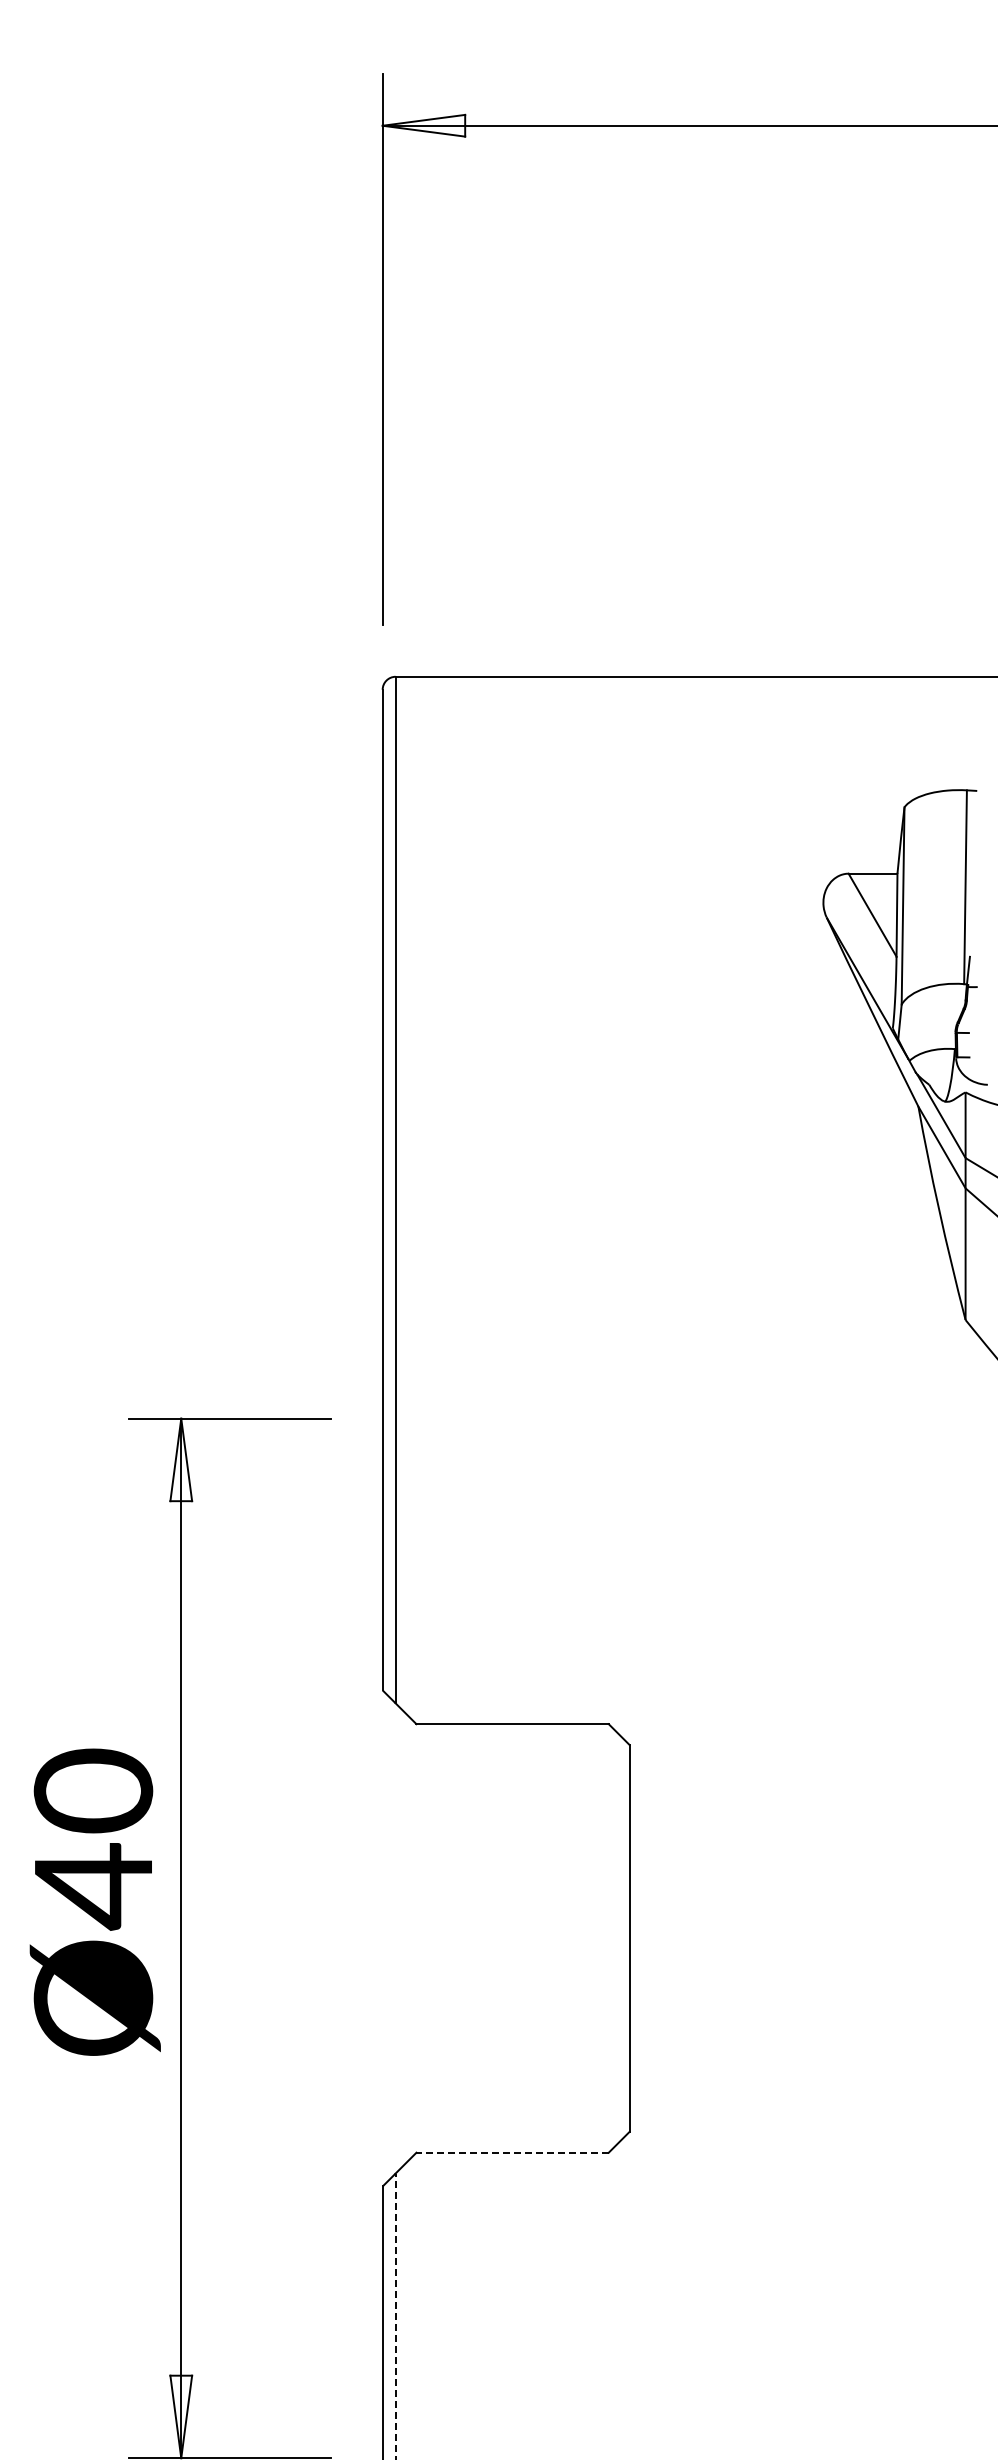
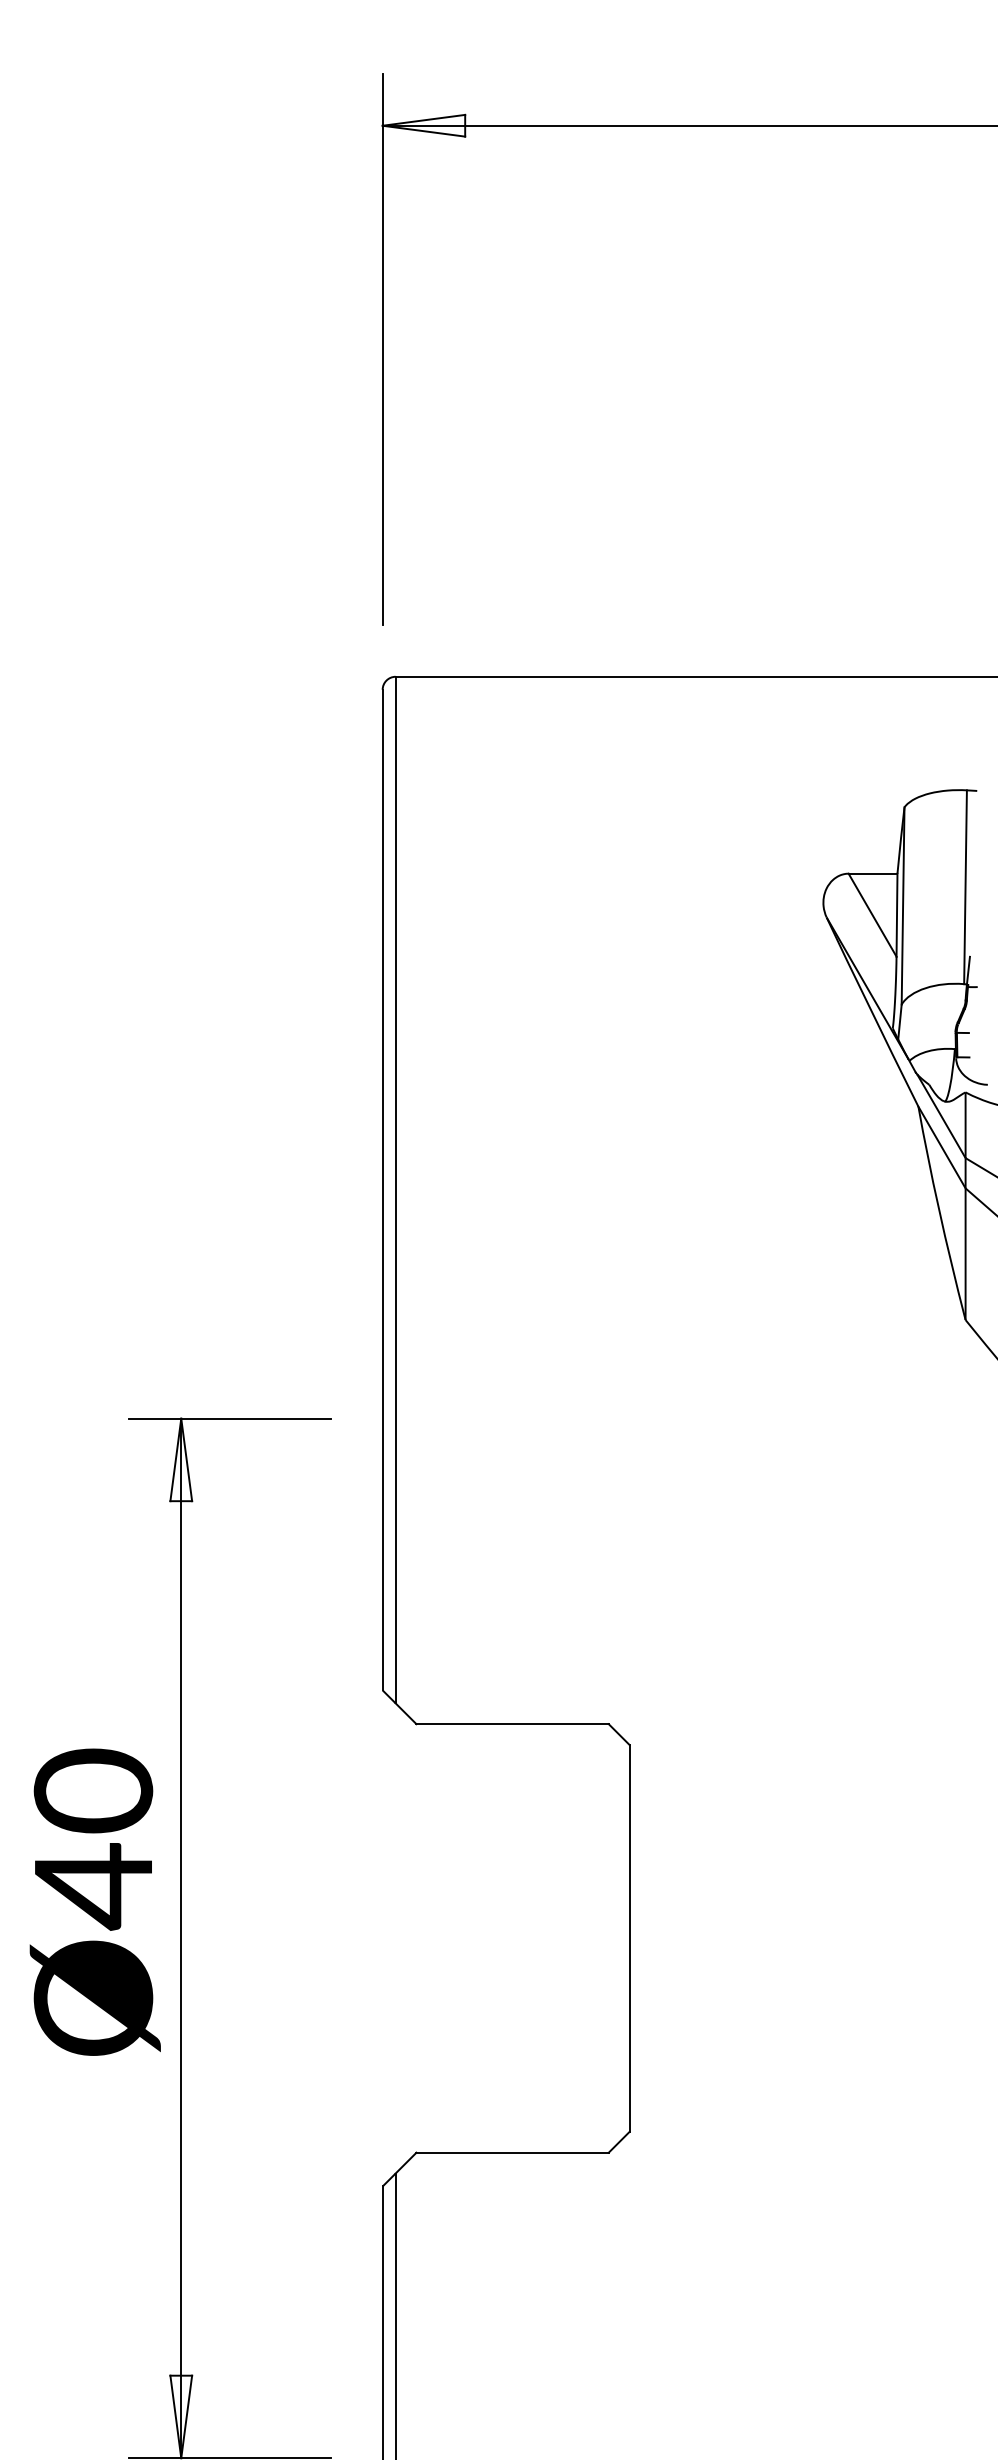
line at (512, 2152): dashed -> solid
line at (395, 2316): dashed -> solid
